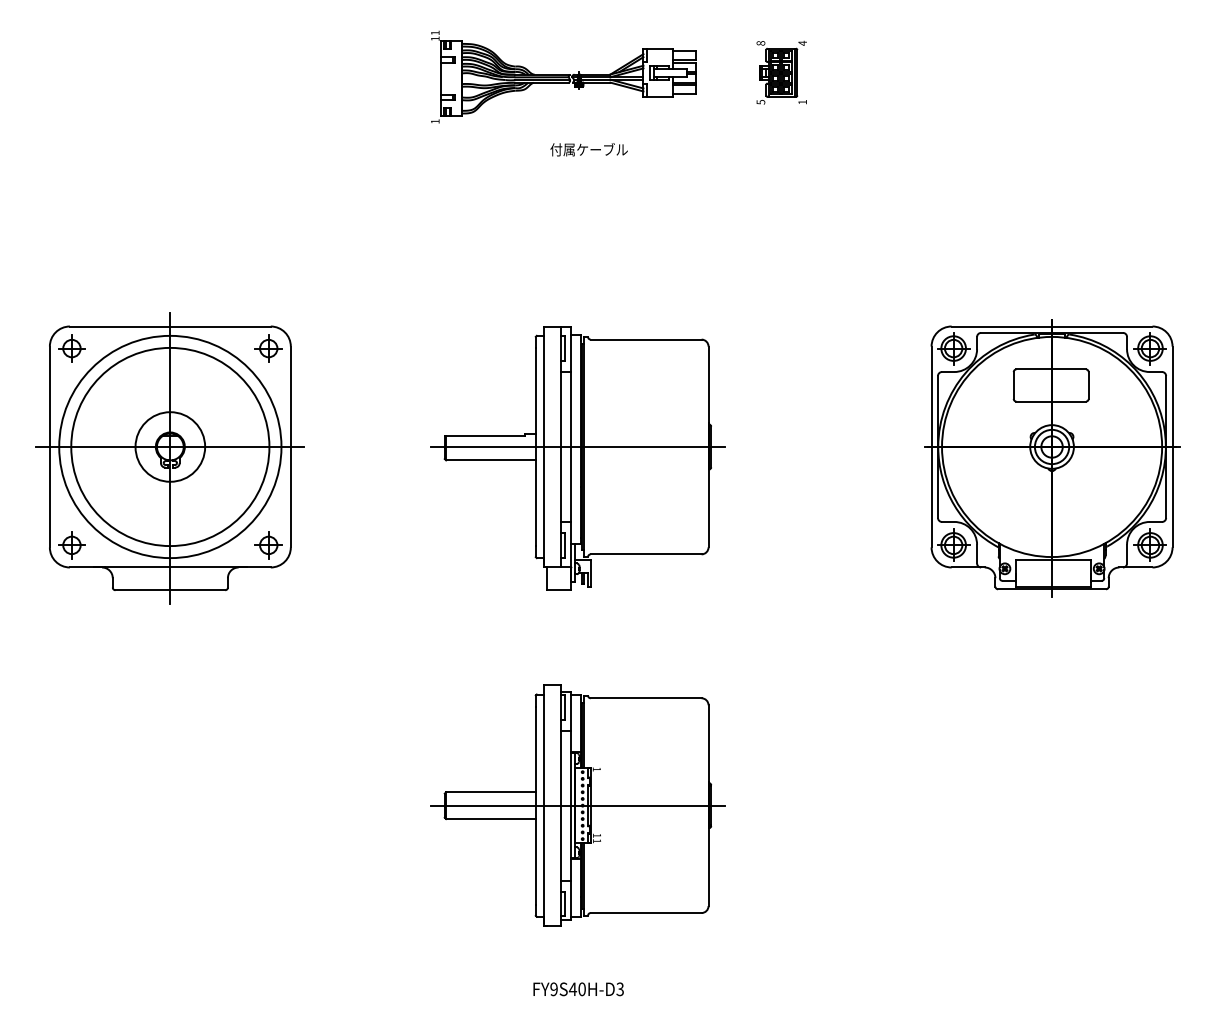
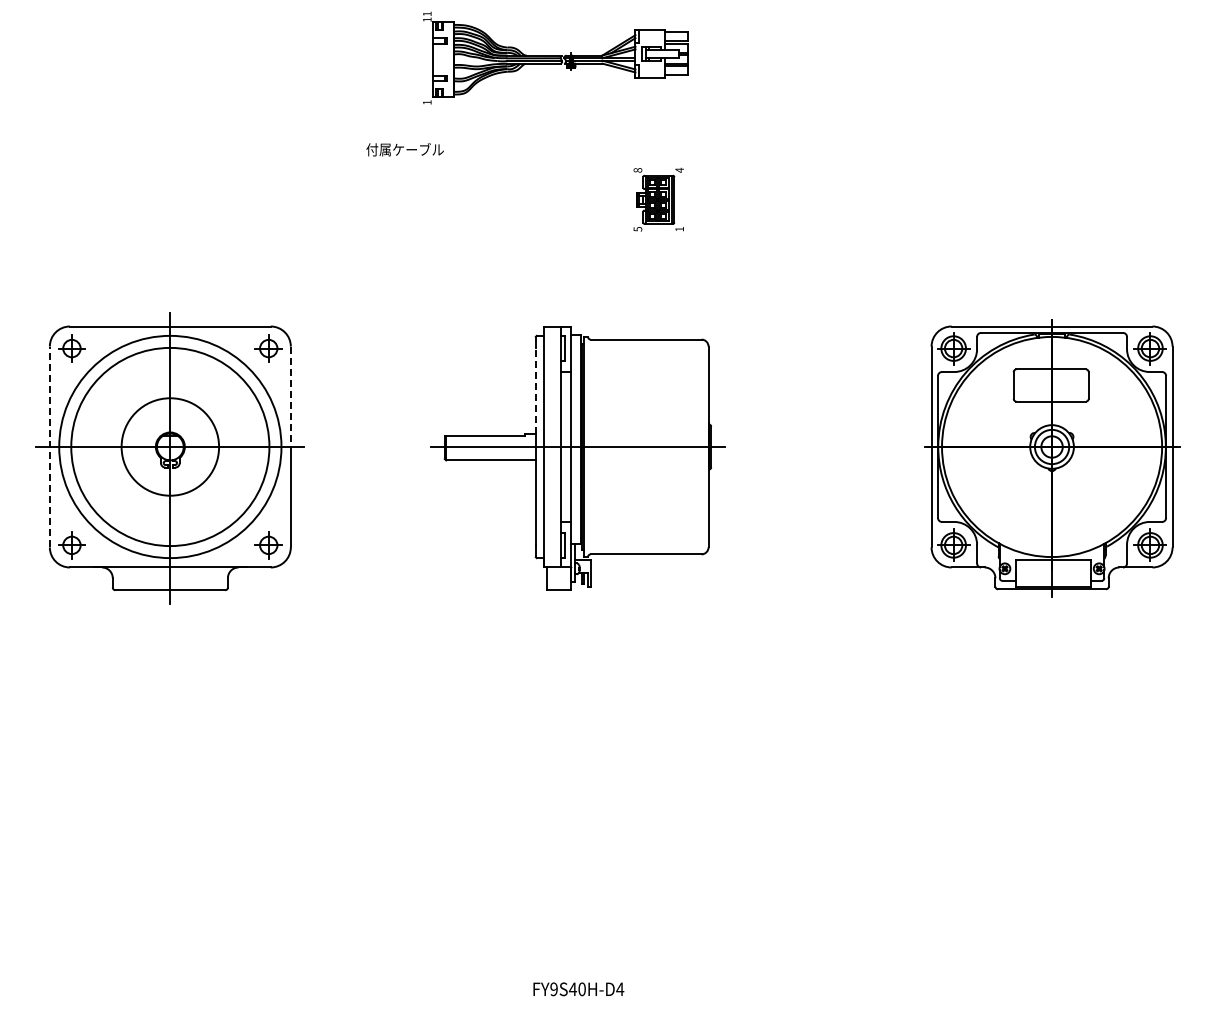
part at (781, 72) position: (781, 72) -> (658, 199)
part at (563, 76) position: (563, 76) -> (555, 57)
text at (588, 149) position: (588, 149) -> (404, 149)
line at (535, 390): solid -> dashed
line at (290, 397): solid -> dashed
line at (49, 446): solid -> dashed
circle at (170, 446) diameter: 70 px -> 97 px
part at (577, 805): present -> none
text at (620, 989): FY9S40H-D3 -> FY9S40H-D4
